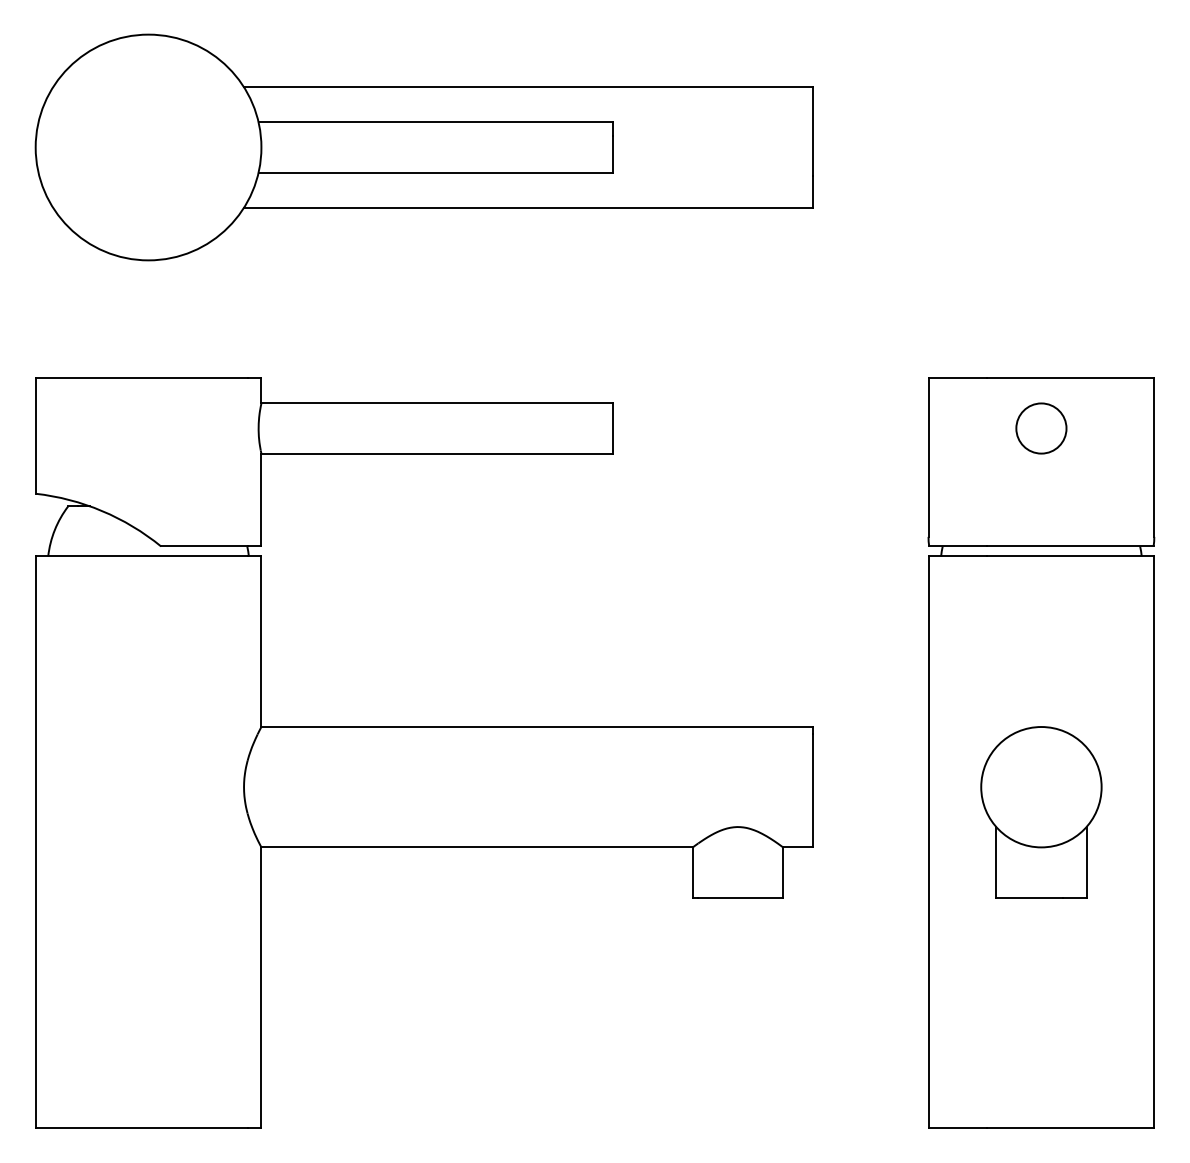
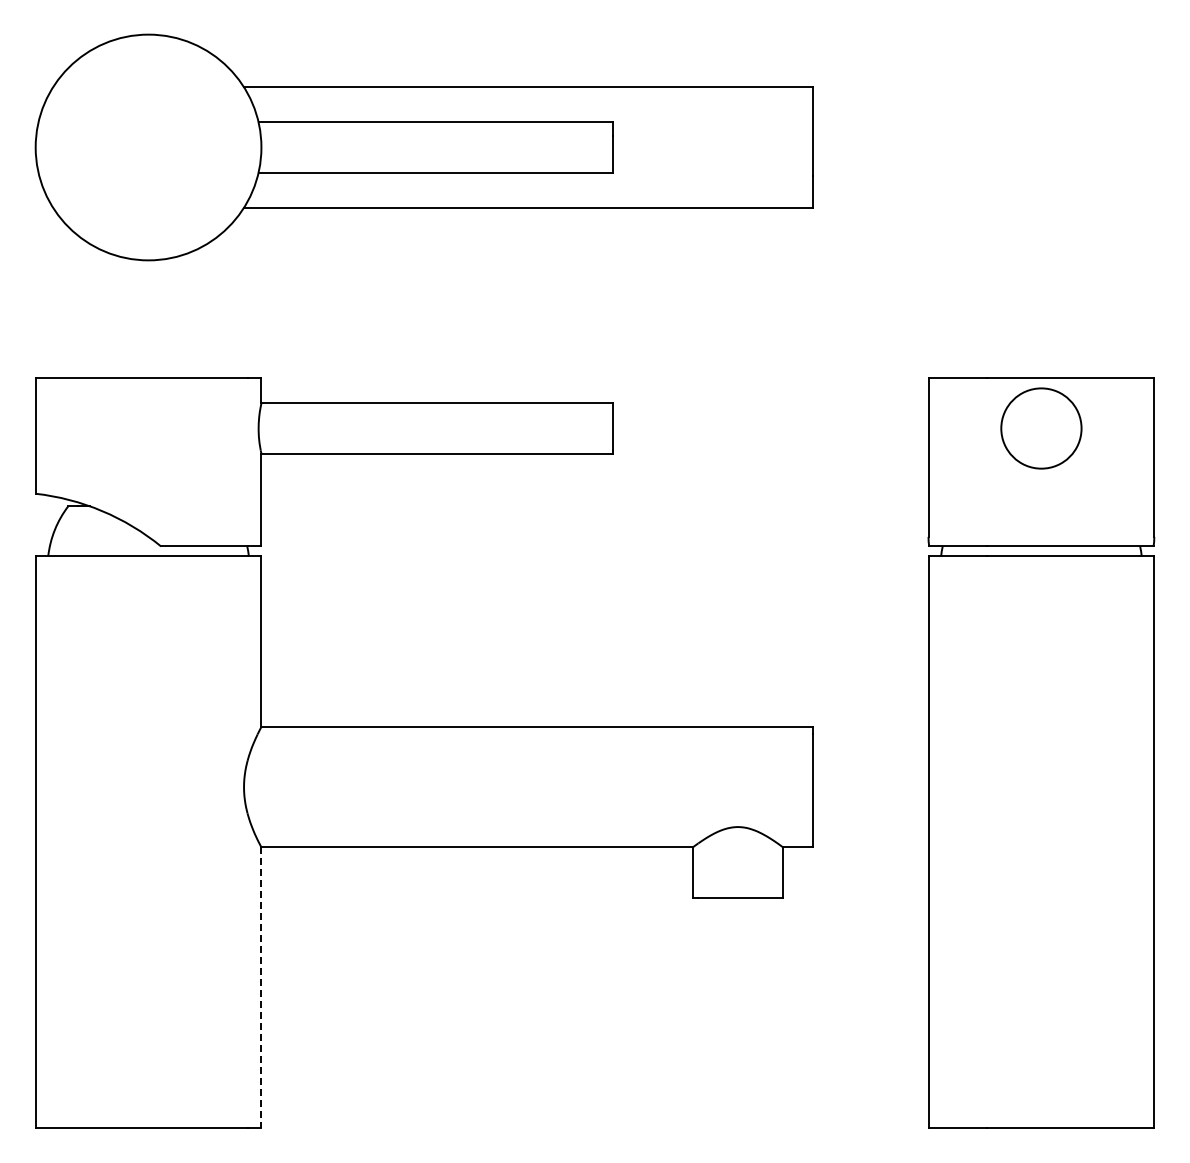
circle at (1041, 428) diameter: 50 px -> 80 px
part at (1041, 812): present -> none
line at (261, 988): solid -> dashed
